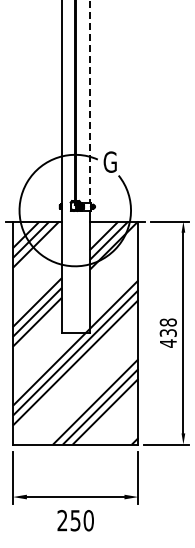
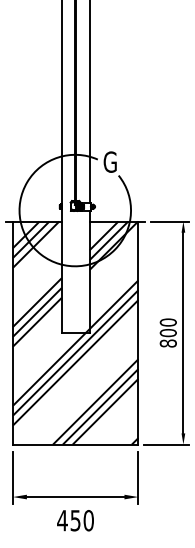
line at (89, 101): dashed -> solid
text at (167, 332): 438 -> 800
text at (62, 520): 250 -> 450
